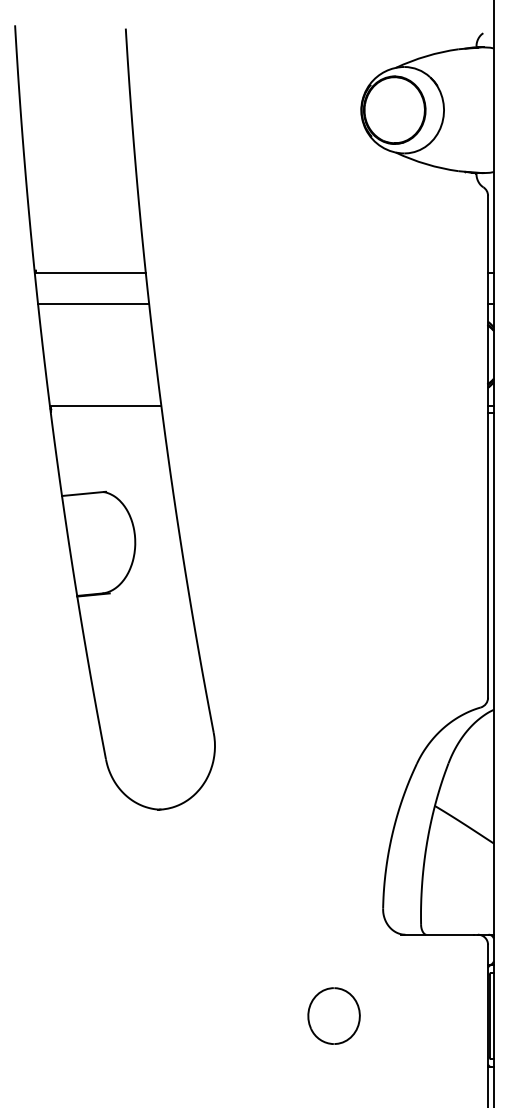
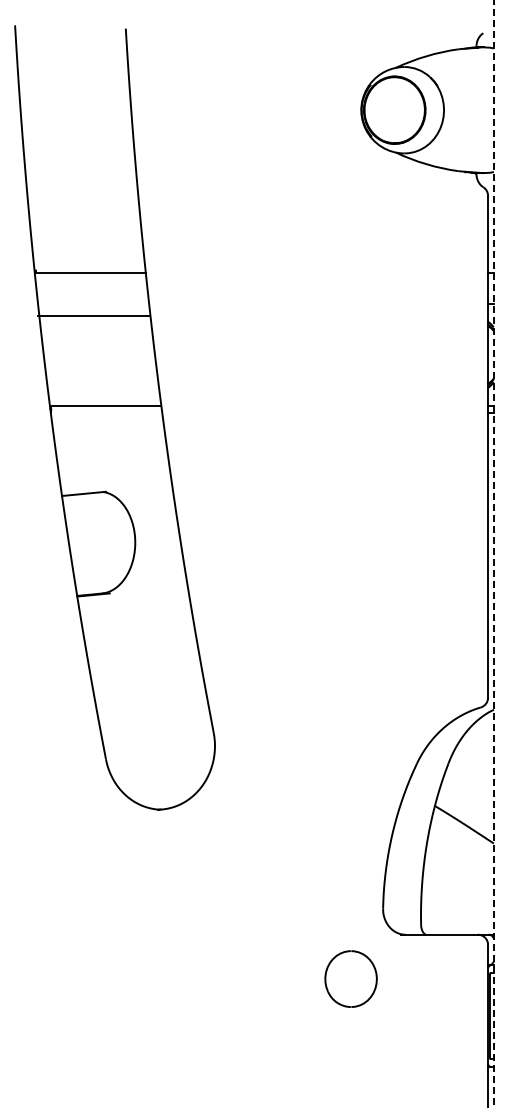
line at (93, 303) position: (93, 303) -> (93, 315)
line at (493, 554): solid -> dashed
part at (333, 1015) position: (333, 1015) -> (350, 978)
